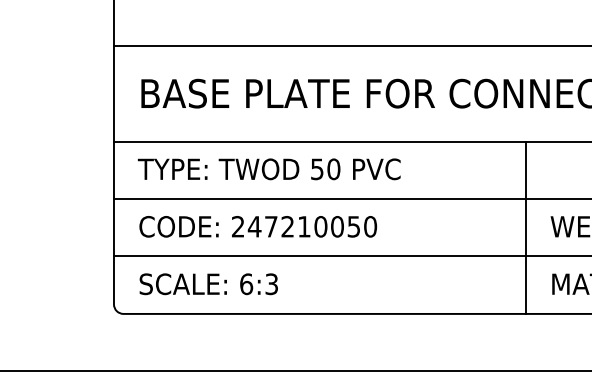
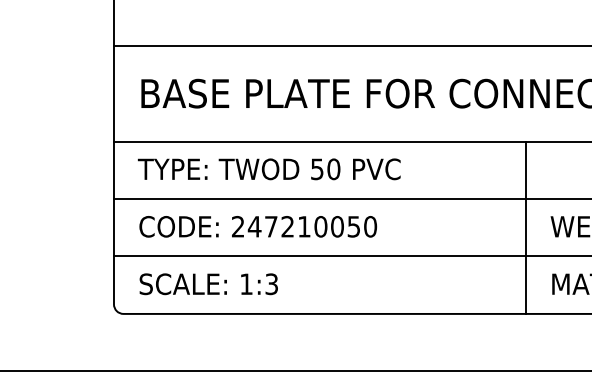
text at (246, 284): 6:3 -> 1:3
